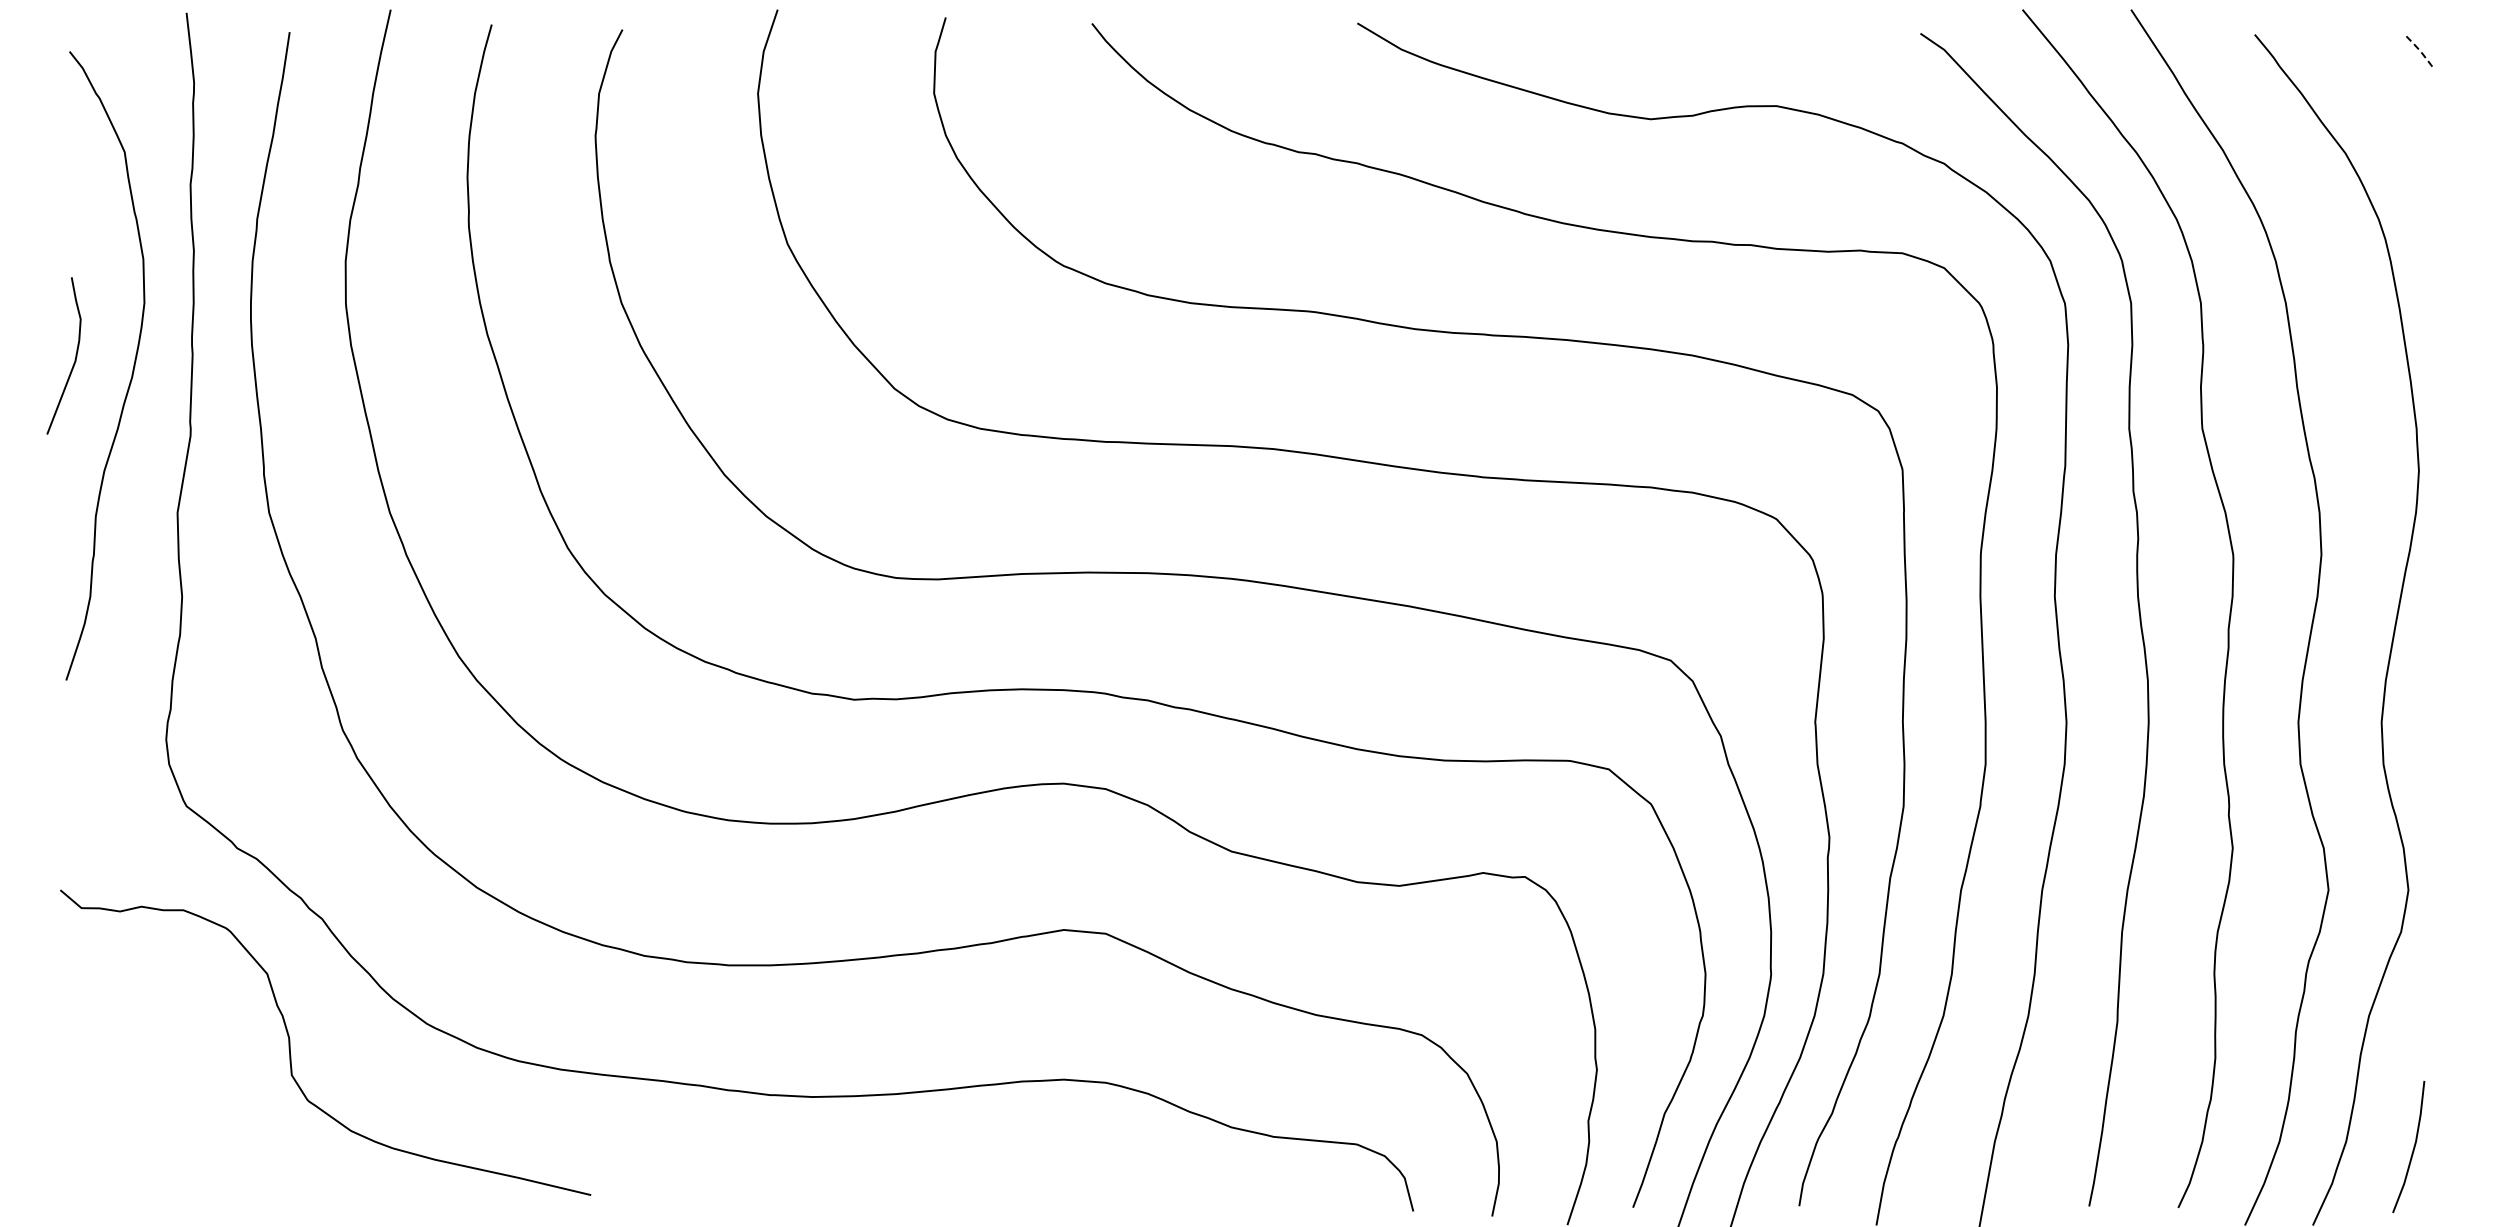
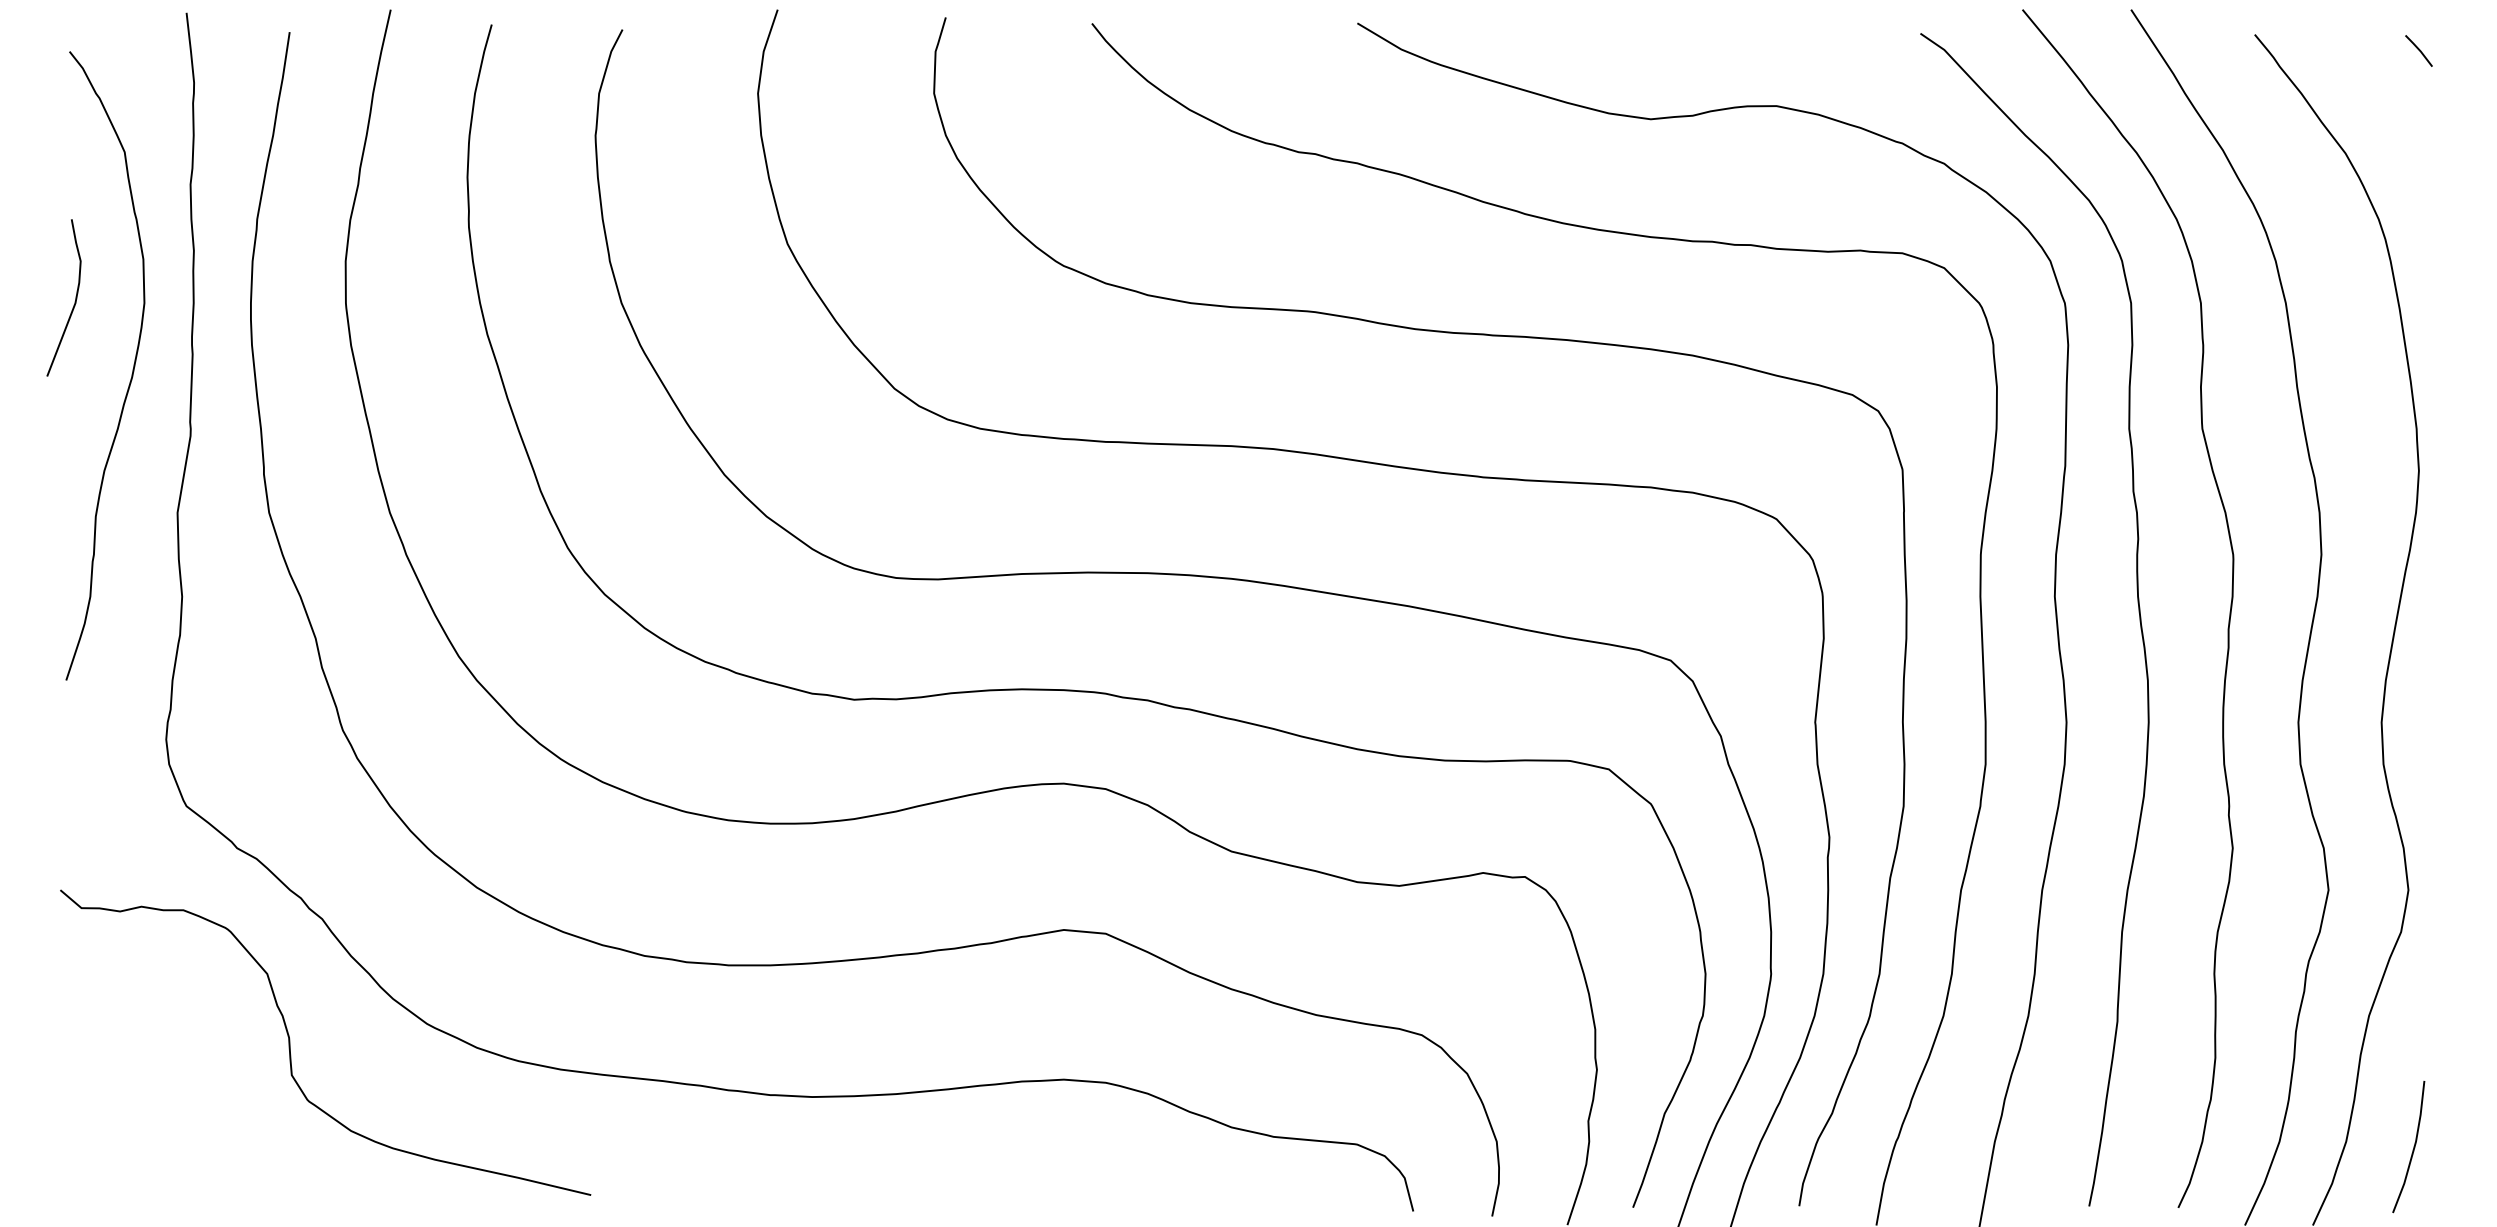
line at (2419, 50): dashed -> solid
curve at (74, 359) position: (74, 359) -> (74, 301)
